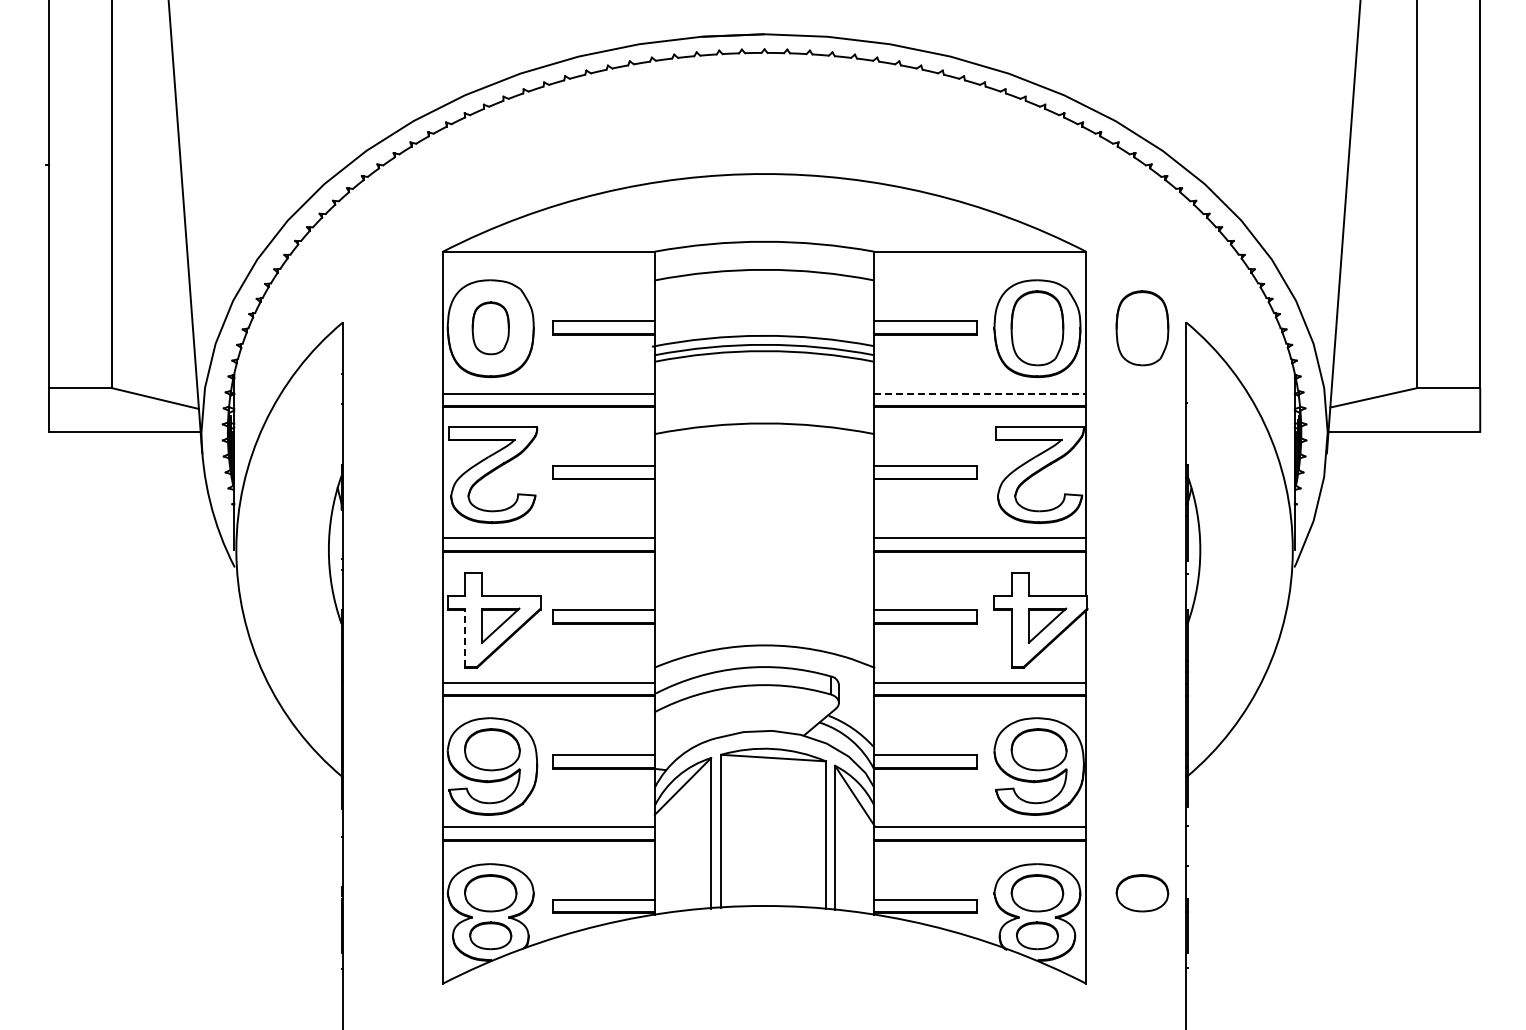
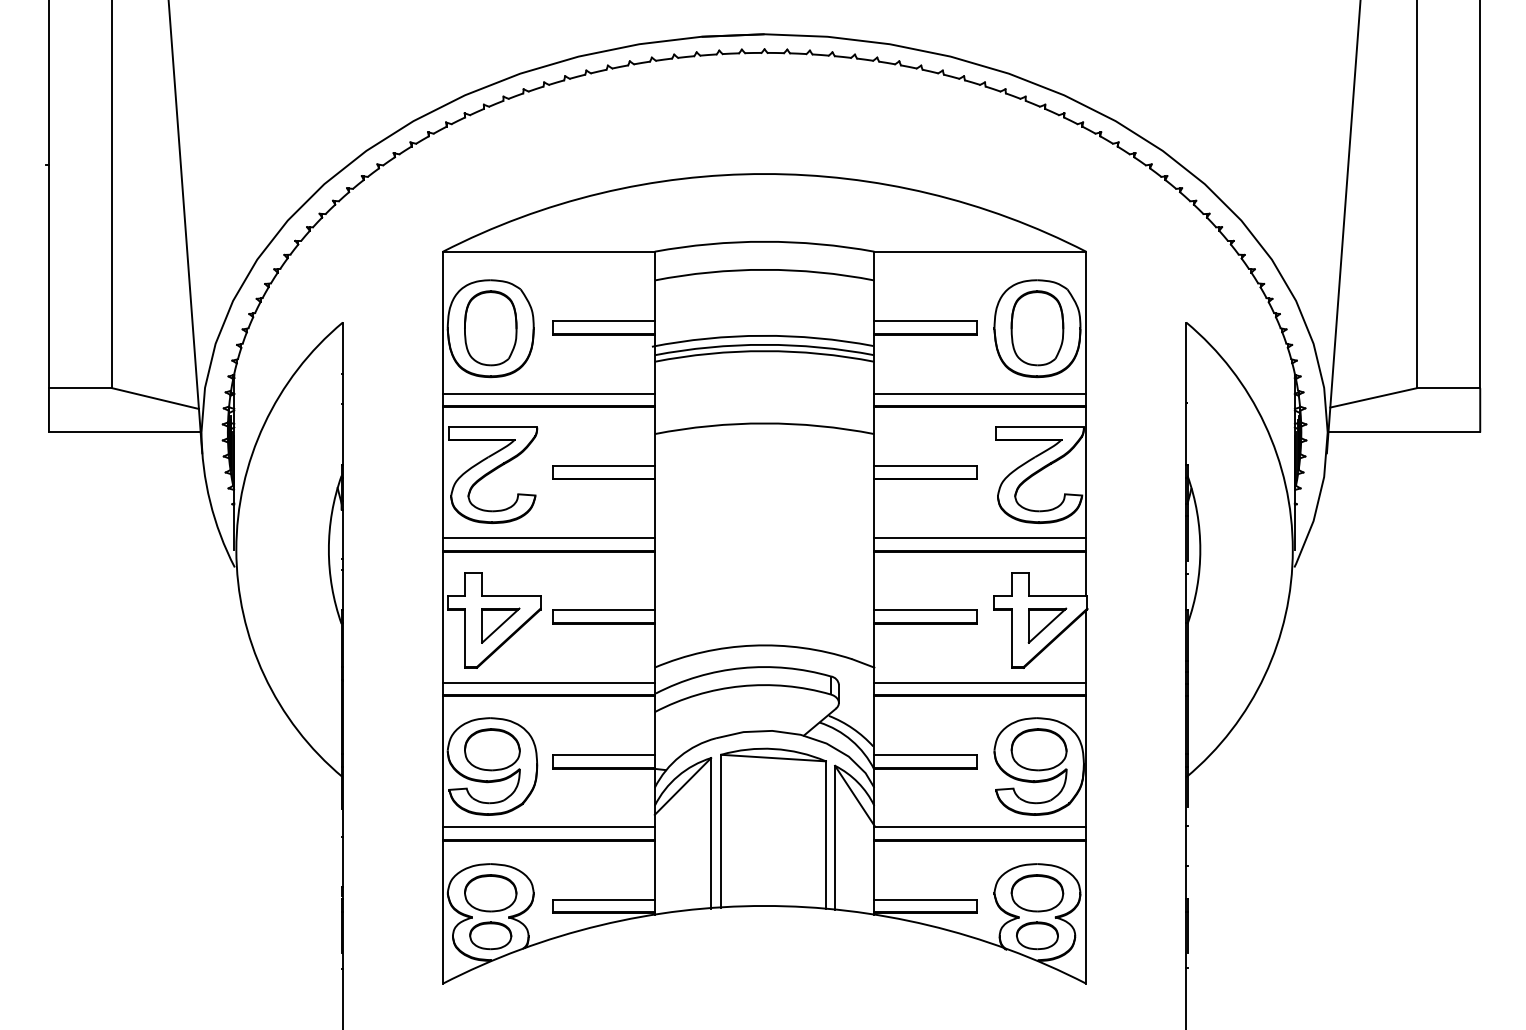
part at (490, 328) size: 39x55 px -> 54x77 px
part at (1142, 328): present -> none
line at (980, 393): dashed -> solid
line at (464, 637): dashed -> solid
part at (1142, 893): present -> none
